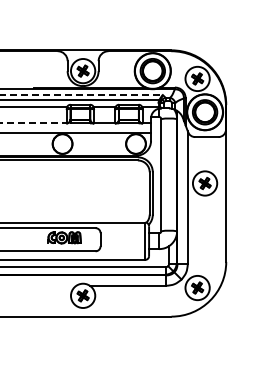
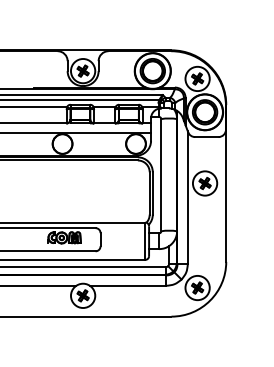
line at (81, 95): dashed -> solid
line at (33, 123): dashed -> solid
line at (39, 285): none -> present
